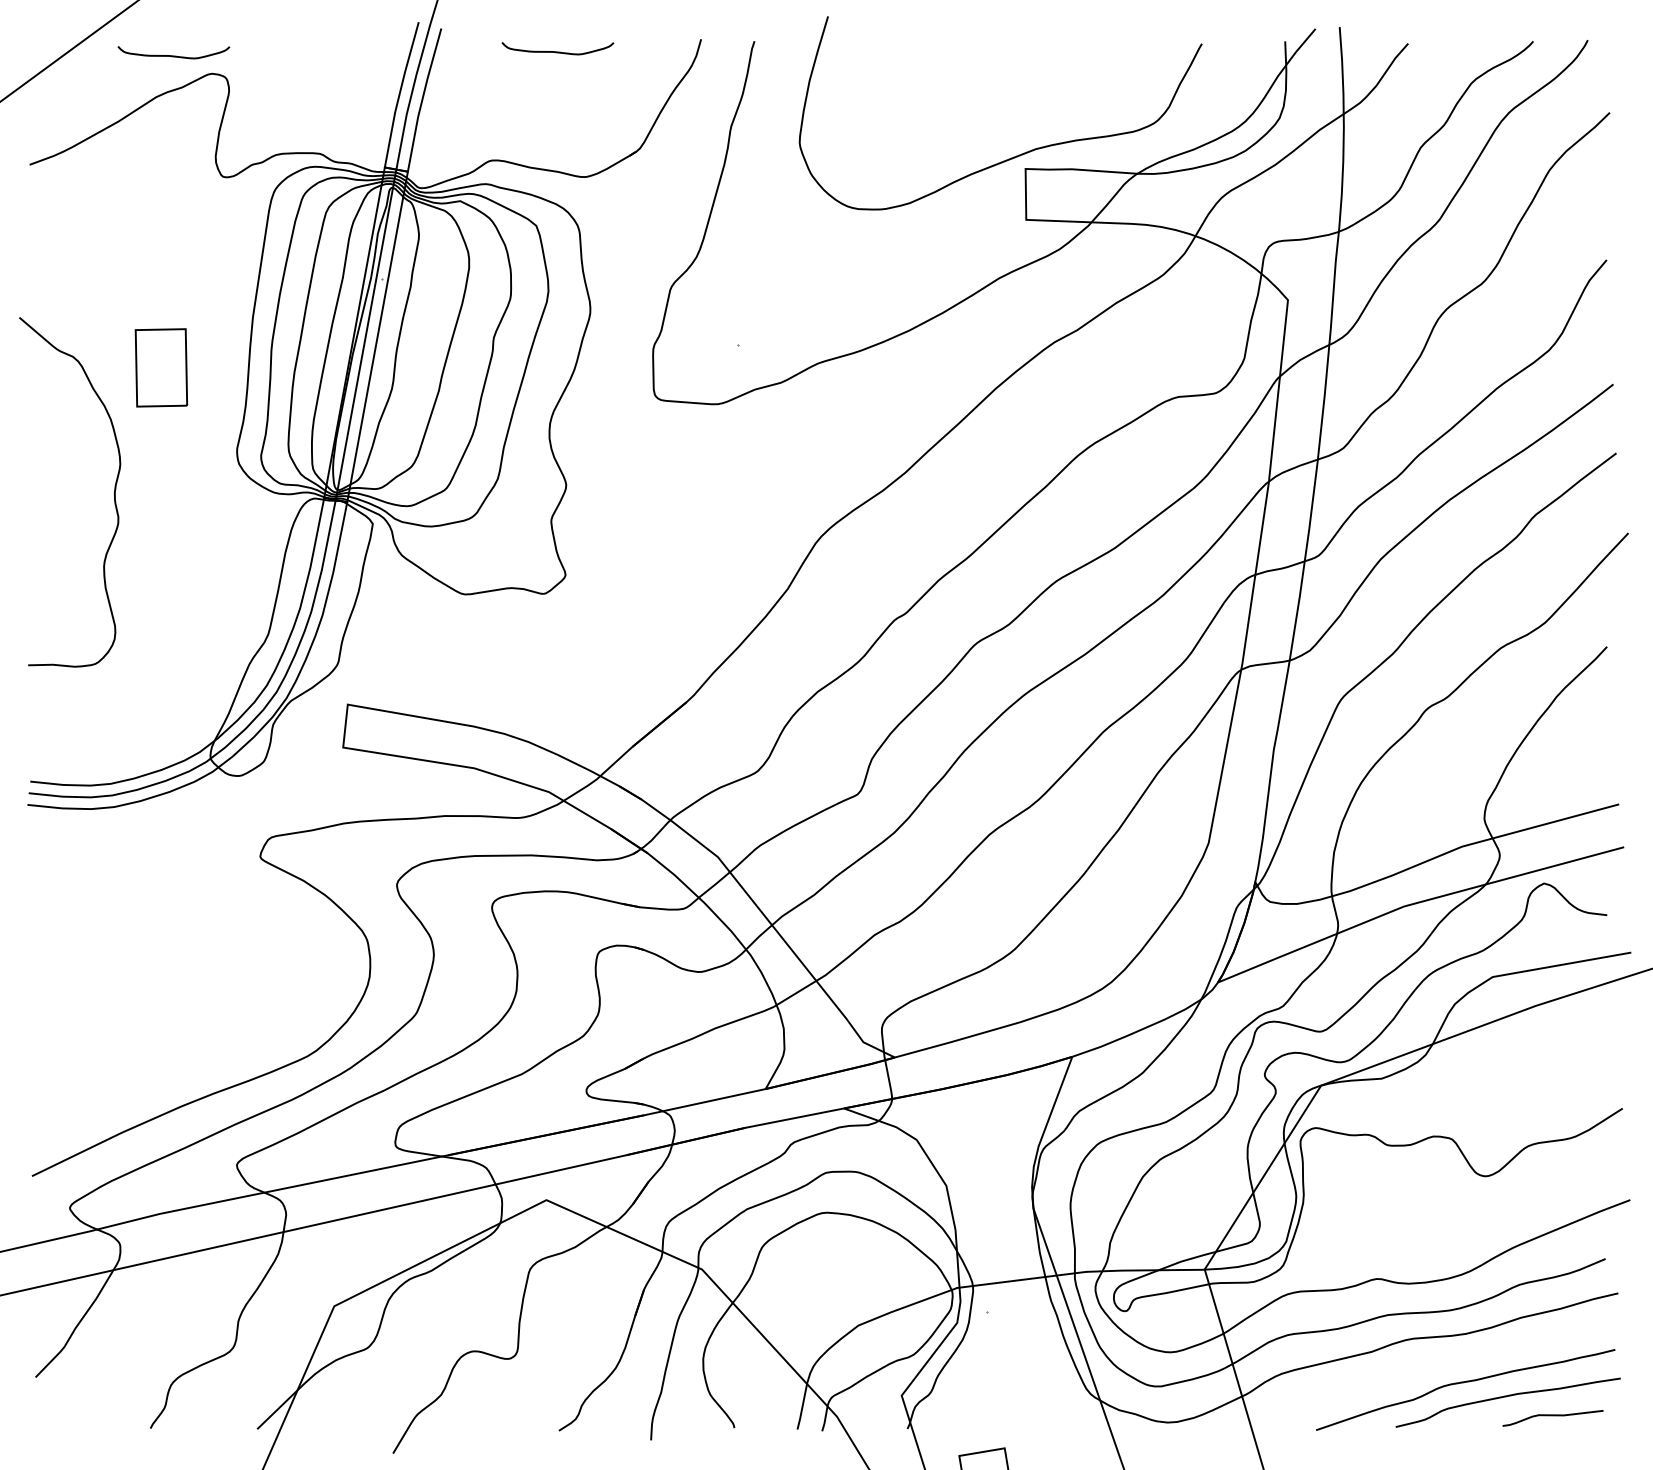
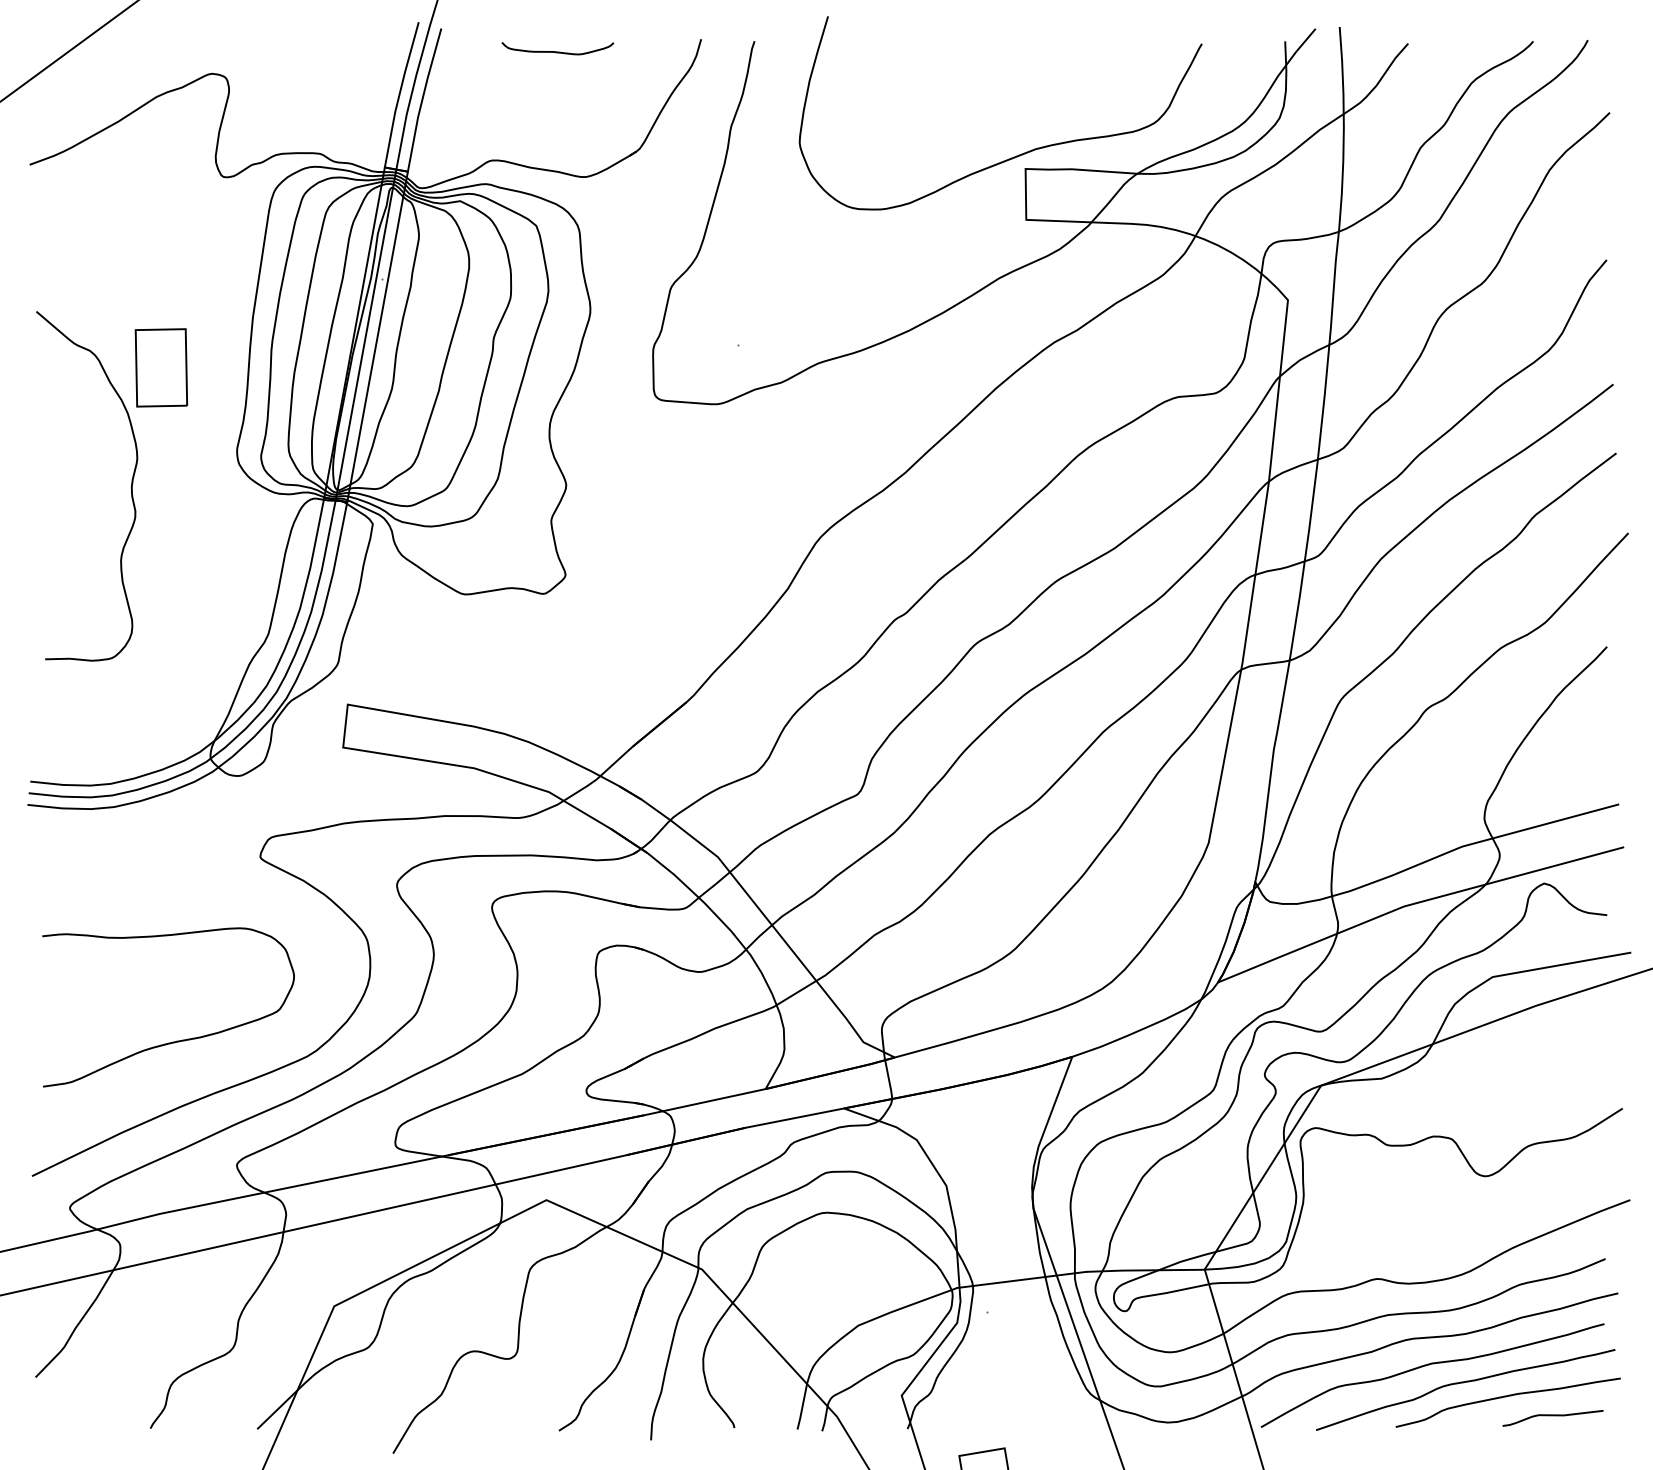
curve at (173, 55): present -> none
curve at (114, 492) position: (114, 492) -> (131, 486)
curve at (177, 1040): none -> present
curve at (1429, 1365): none -> present
